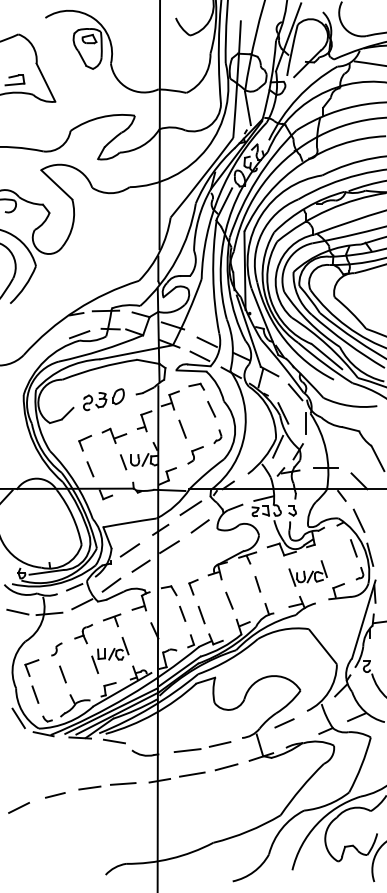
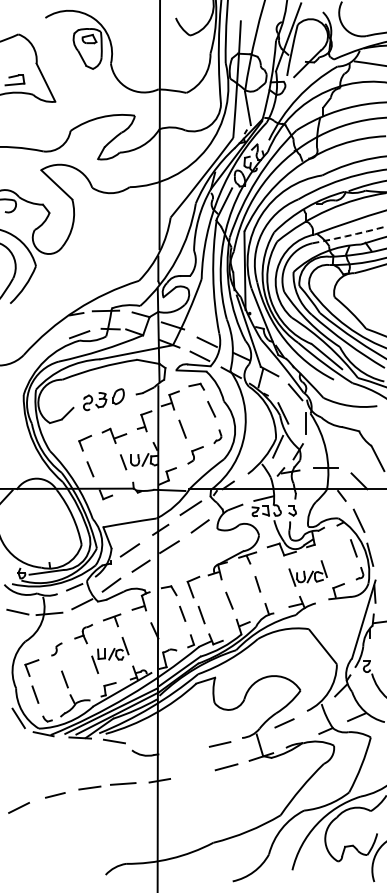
arc at (350, 235): solid -> dashed
part at (193, 587) size: 11x17 px -> 15x24 px
line at (62, 674) position: (62, 674) -> (64, 679)
line at (187, 750): present -> none
line at (192, 774): present -> none
